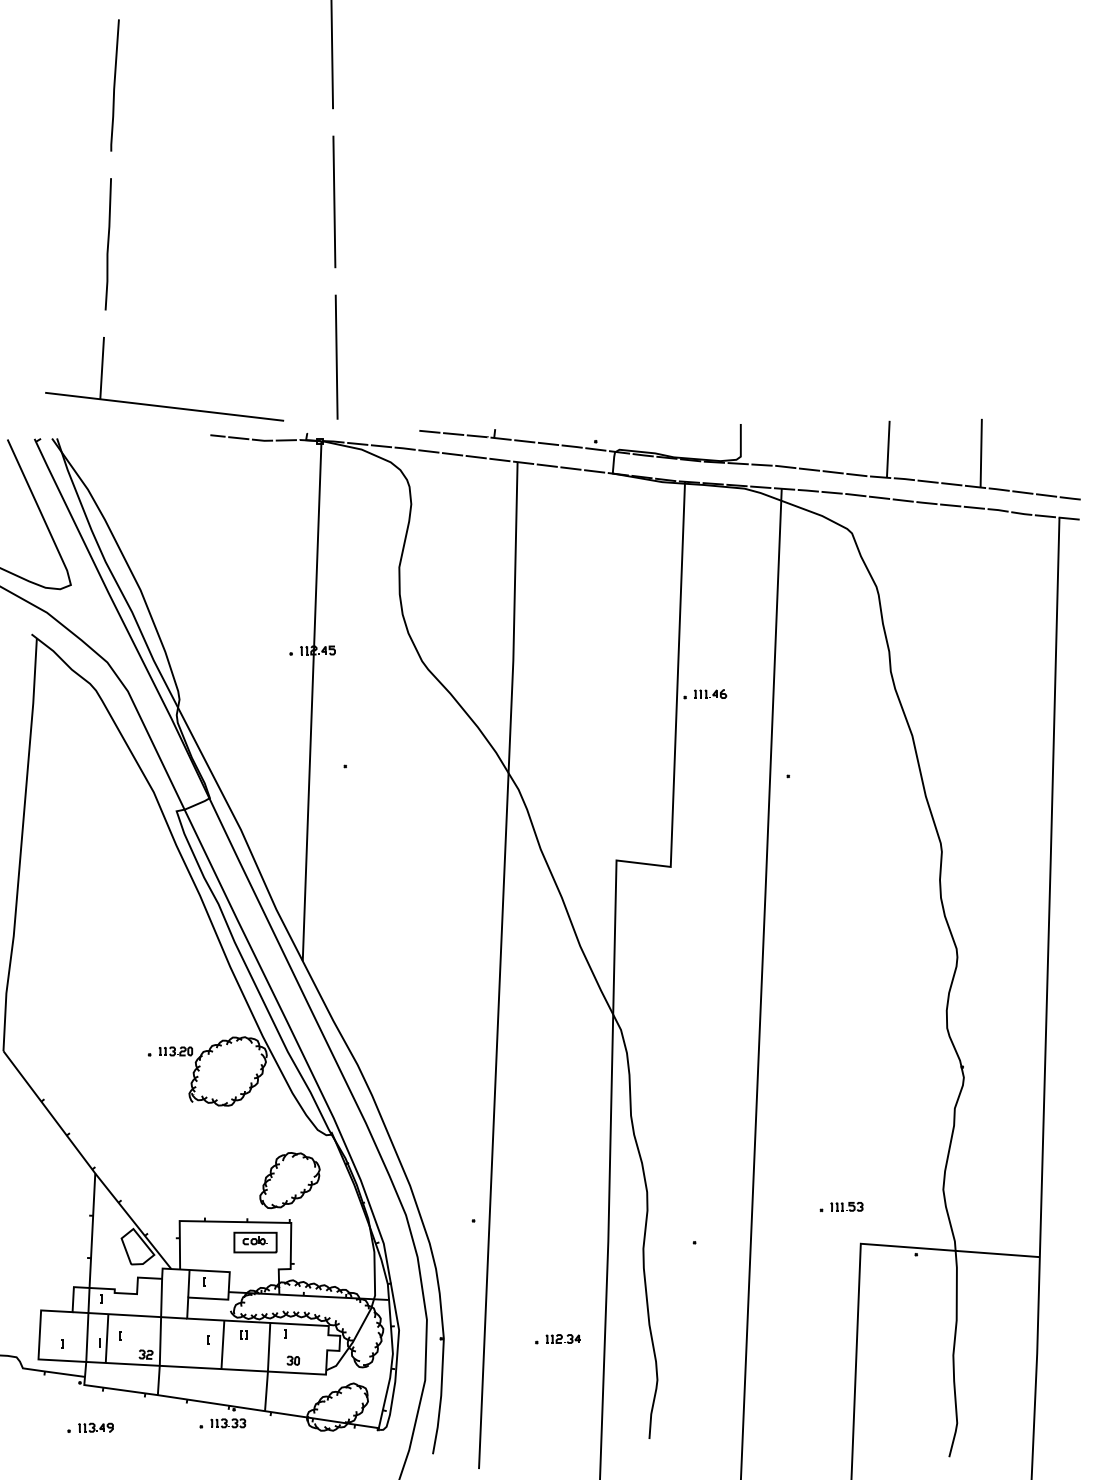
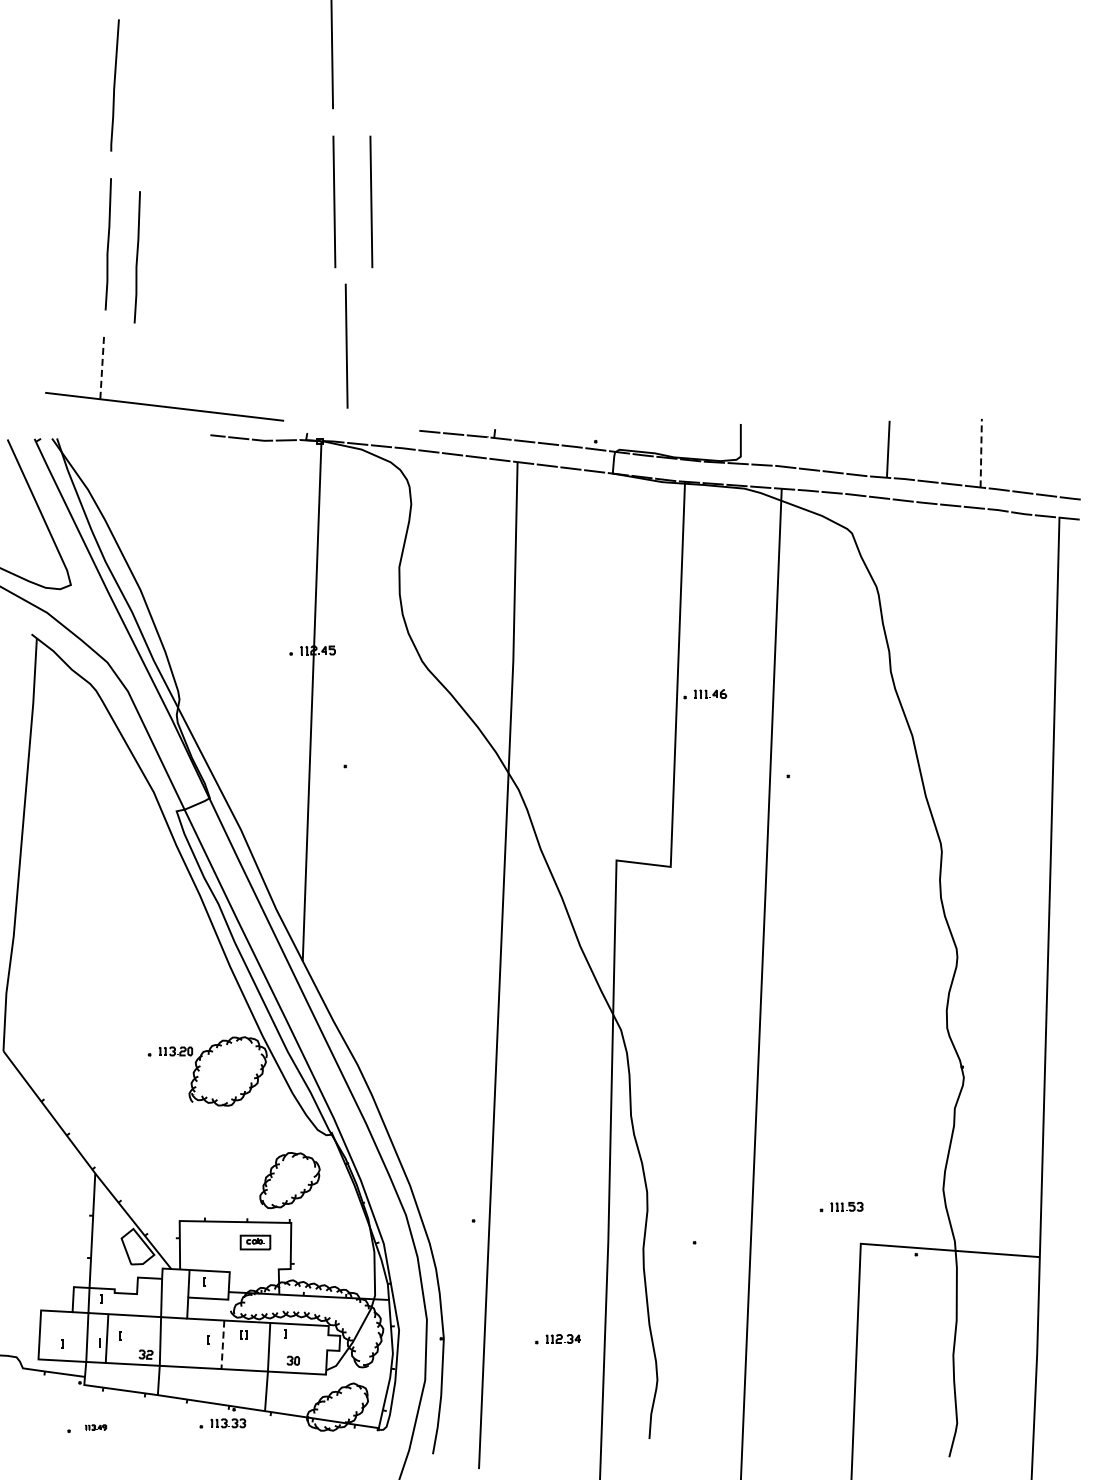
line at (371, 201): none -> present
line at (136, 257): none -> present
line at (336, 356) position: (336, 356) -> (346, 345)
line at (102, 369): solid -> dashed
line at (981, 452): solid -> dashed
part at (255, 1242) size: 45x23 px -> 33x17 px
line at (222, 1345): solid -> dashed
part at (95, 1427) size: 36x11 px -> 23x7 px
